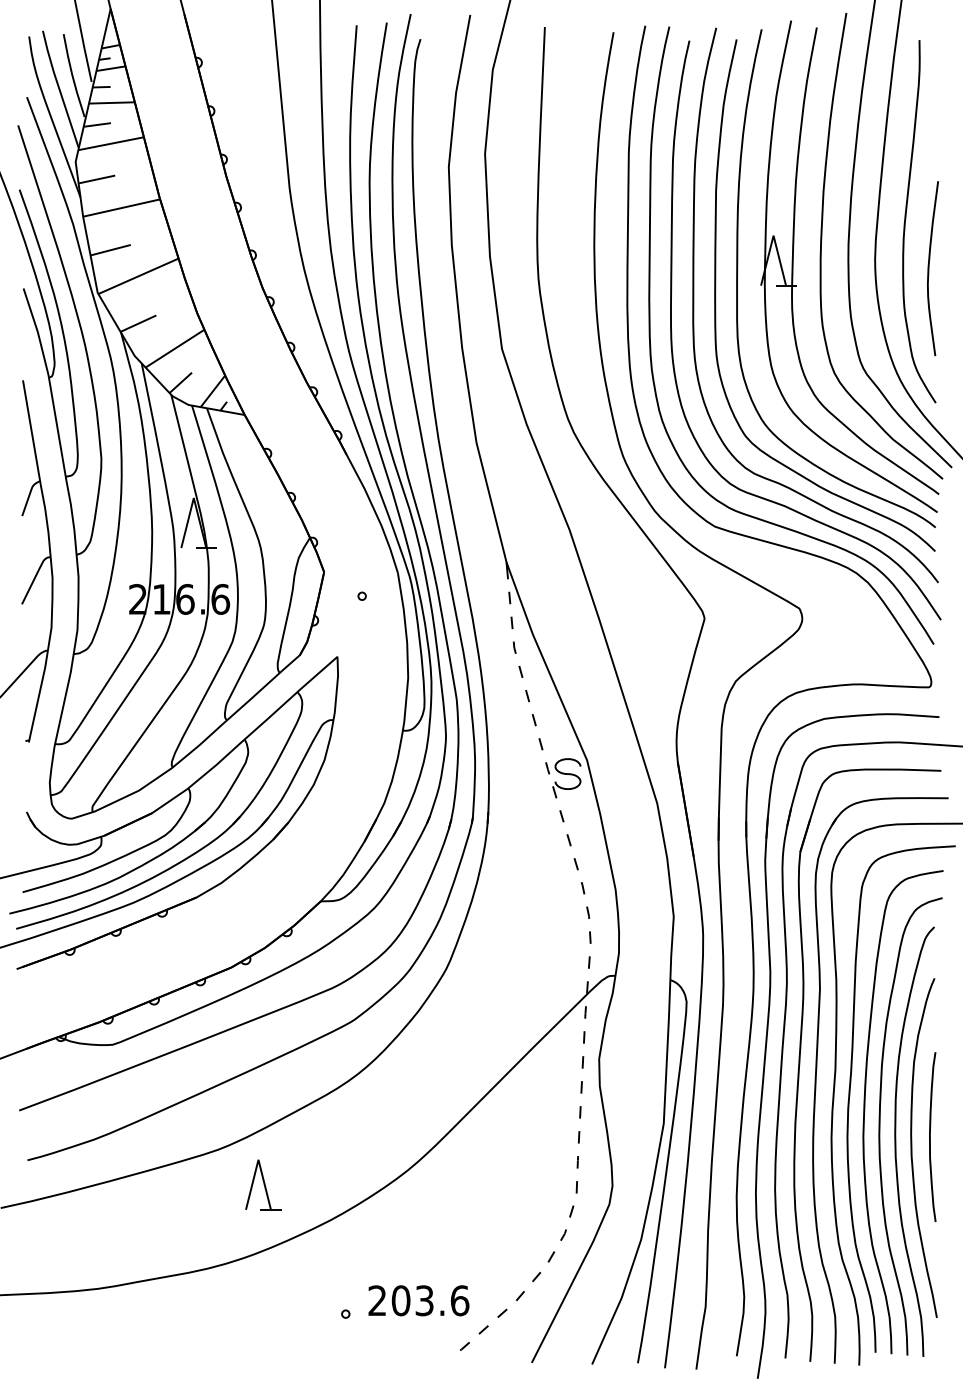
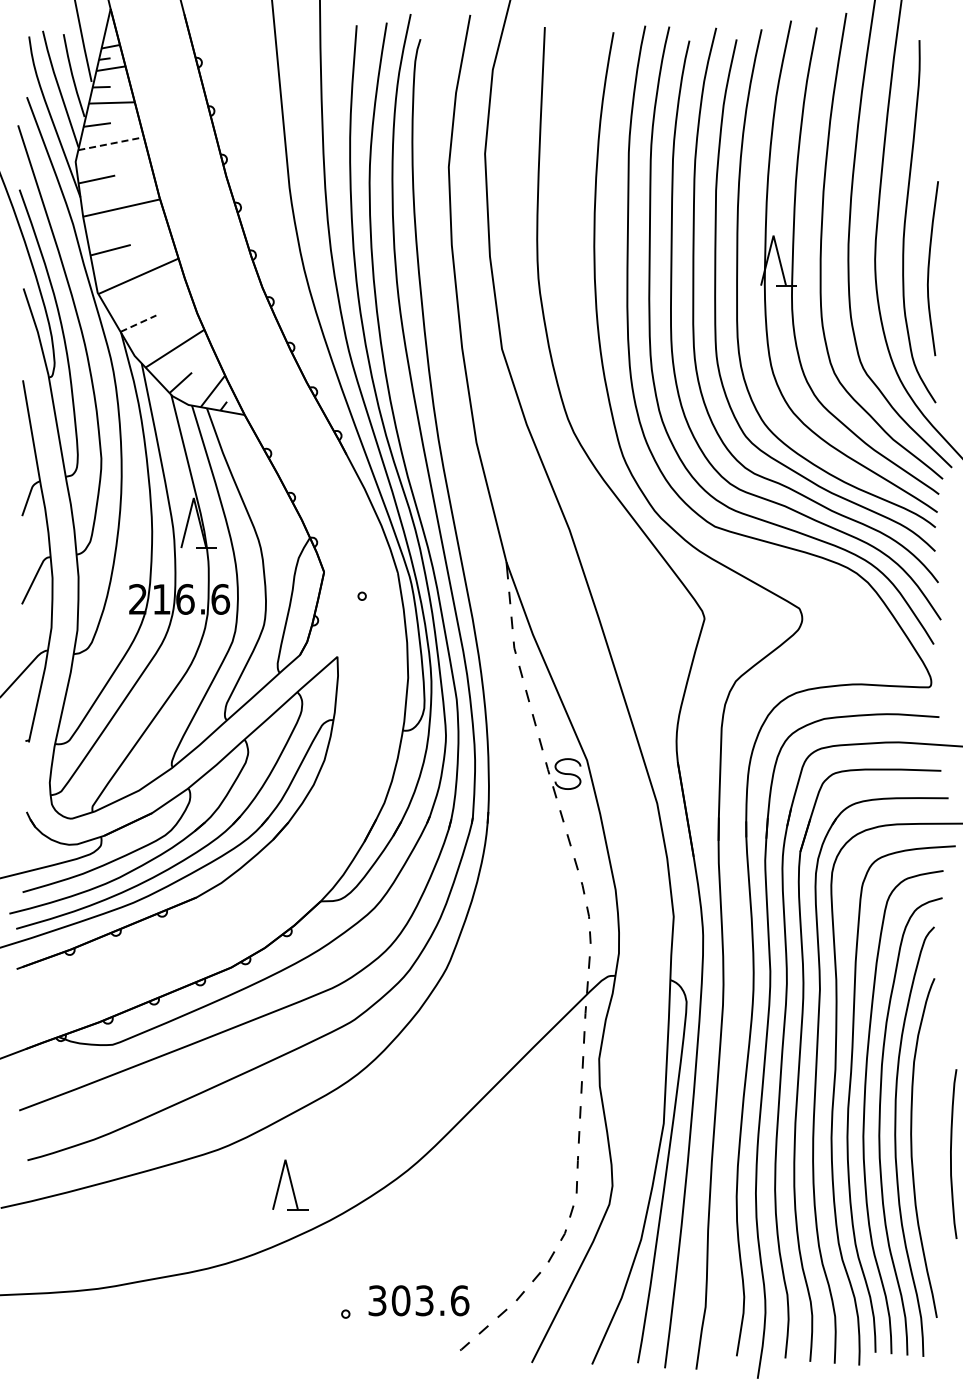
line at (111, 143): solid -> dashed
line at (138, 323): solid -> dashed
curve at (930, 1136) position: (930, 1136) -> (951, 1153)
part at (263, 1184) position: (263, 1184) -> (290, 1184)
text at (377, 1300): 203.6 -> 303.6
